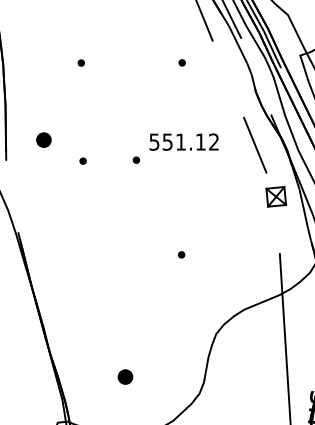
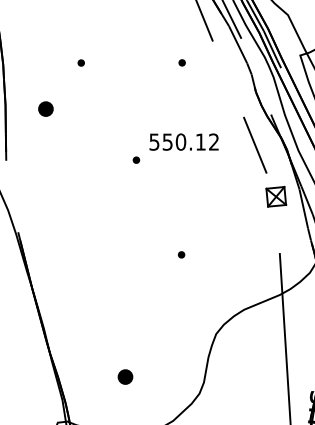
part at (43, 139) position: (43, 139) -> (45, 108)
text at (180, 141): 551.12 -> 550.12
part at (82, 160): present -> none
